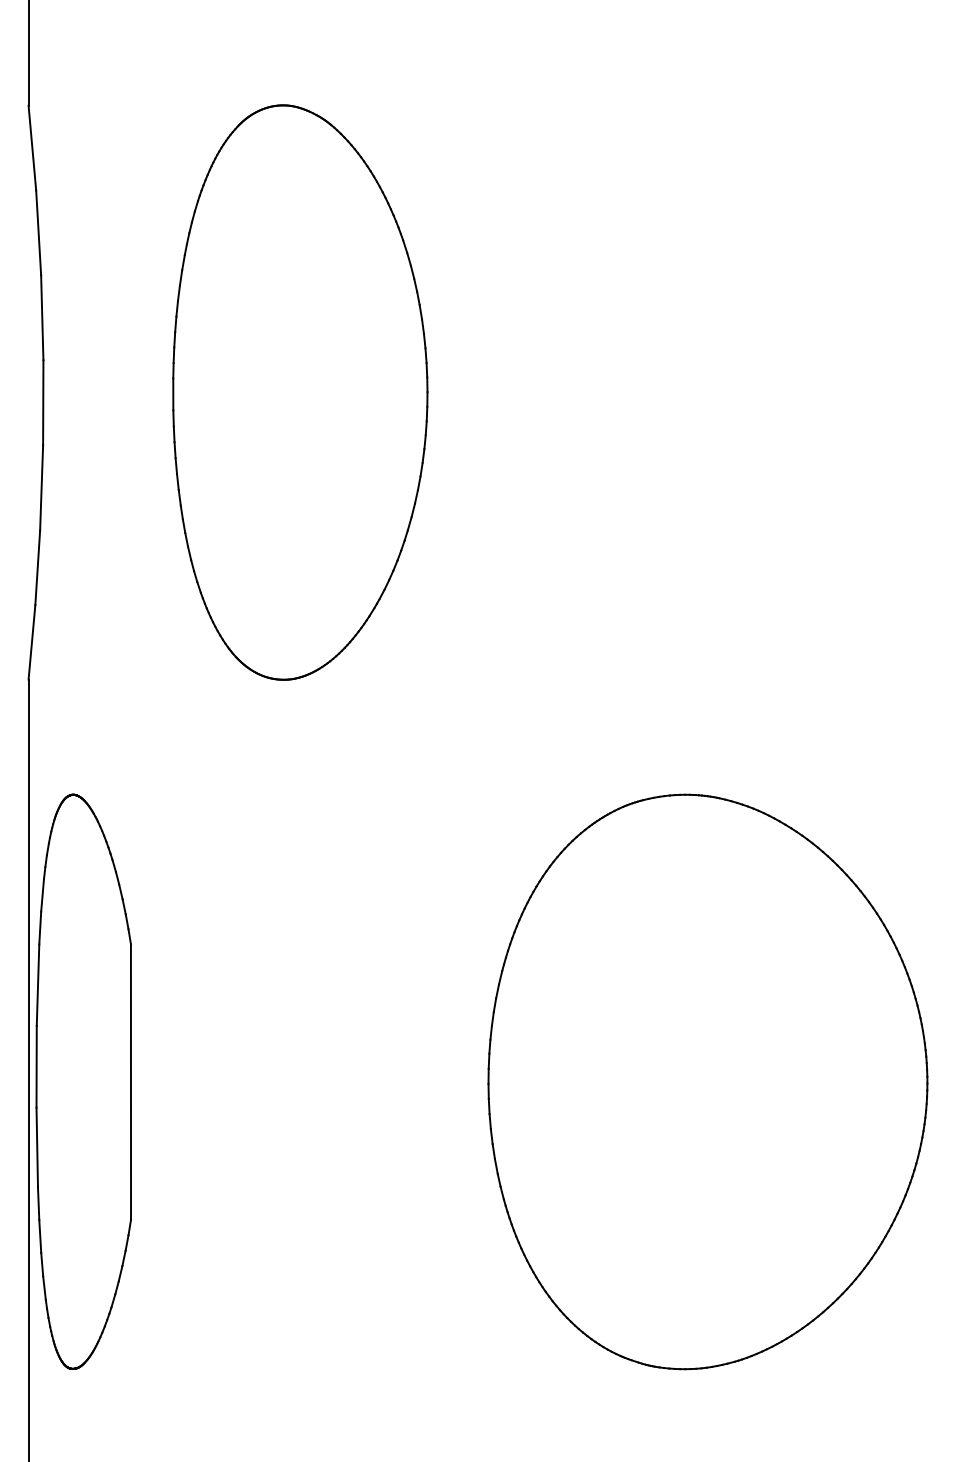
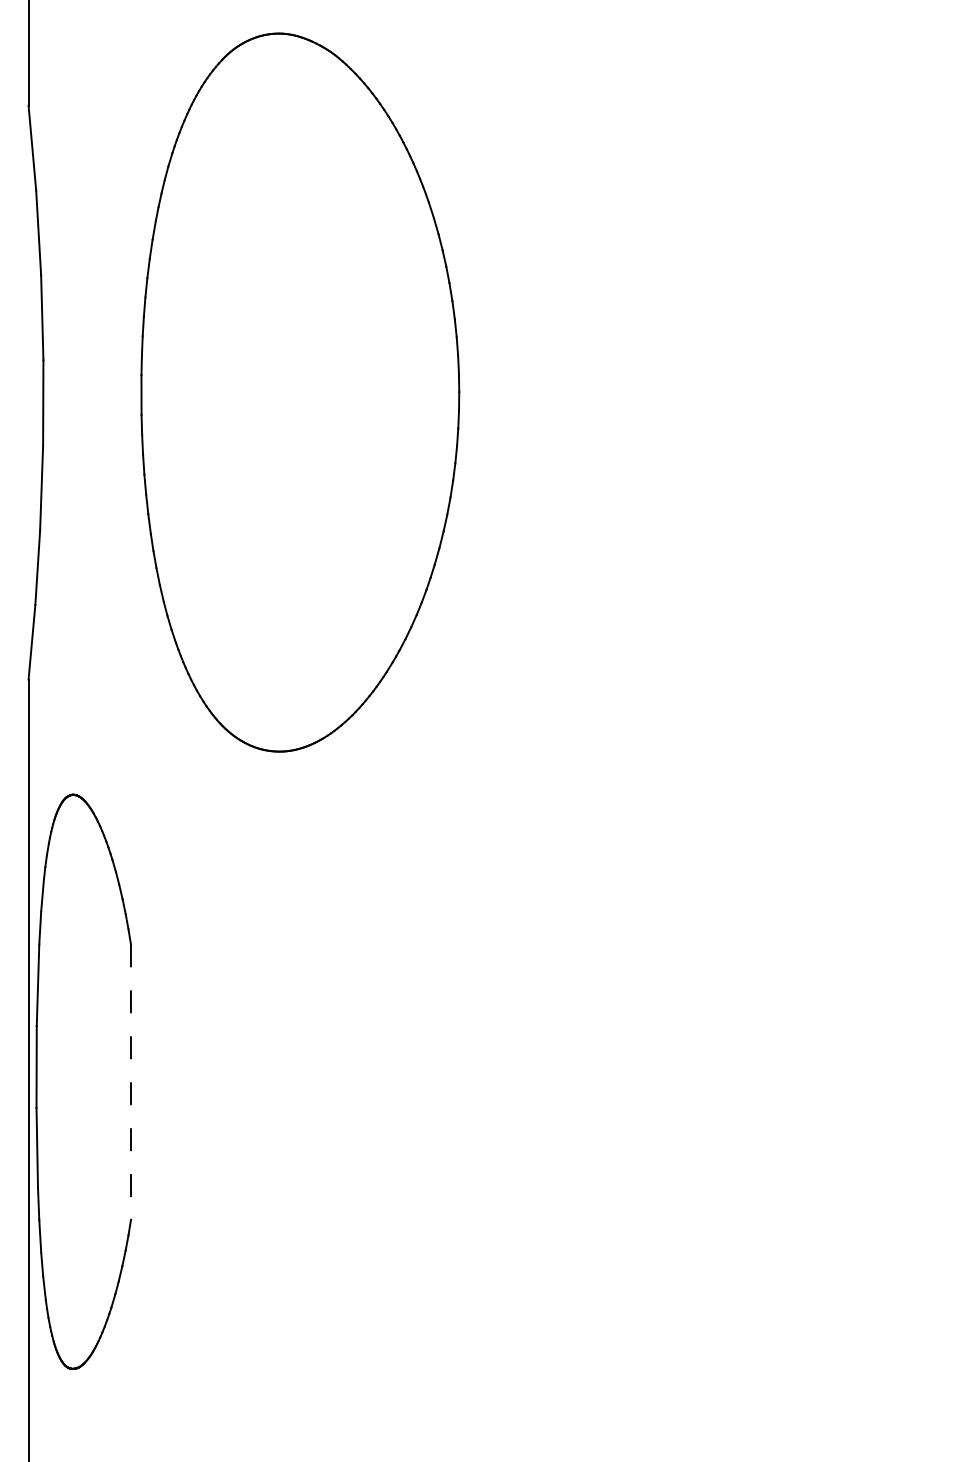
part at (300, 392) size: 257x577 px -> 321x721 px
part at (707, 1081): present -> none
line at (130, 1082): solid -> dashed
